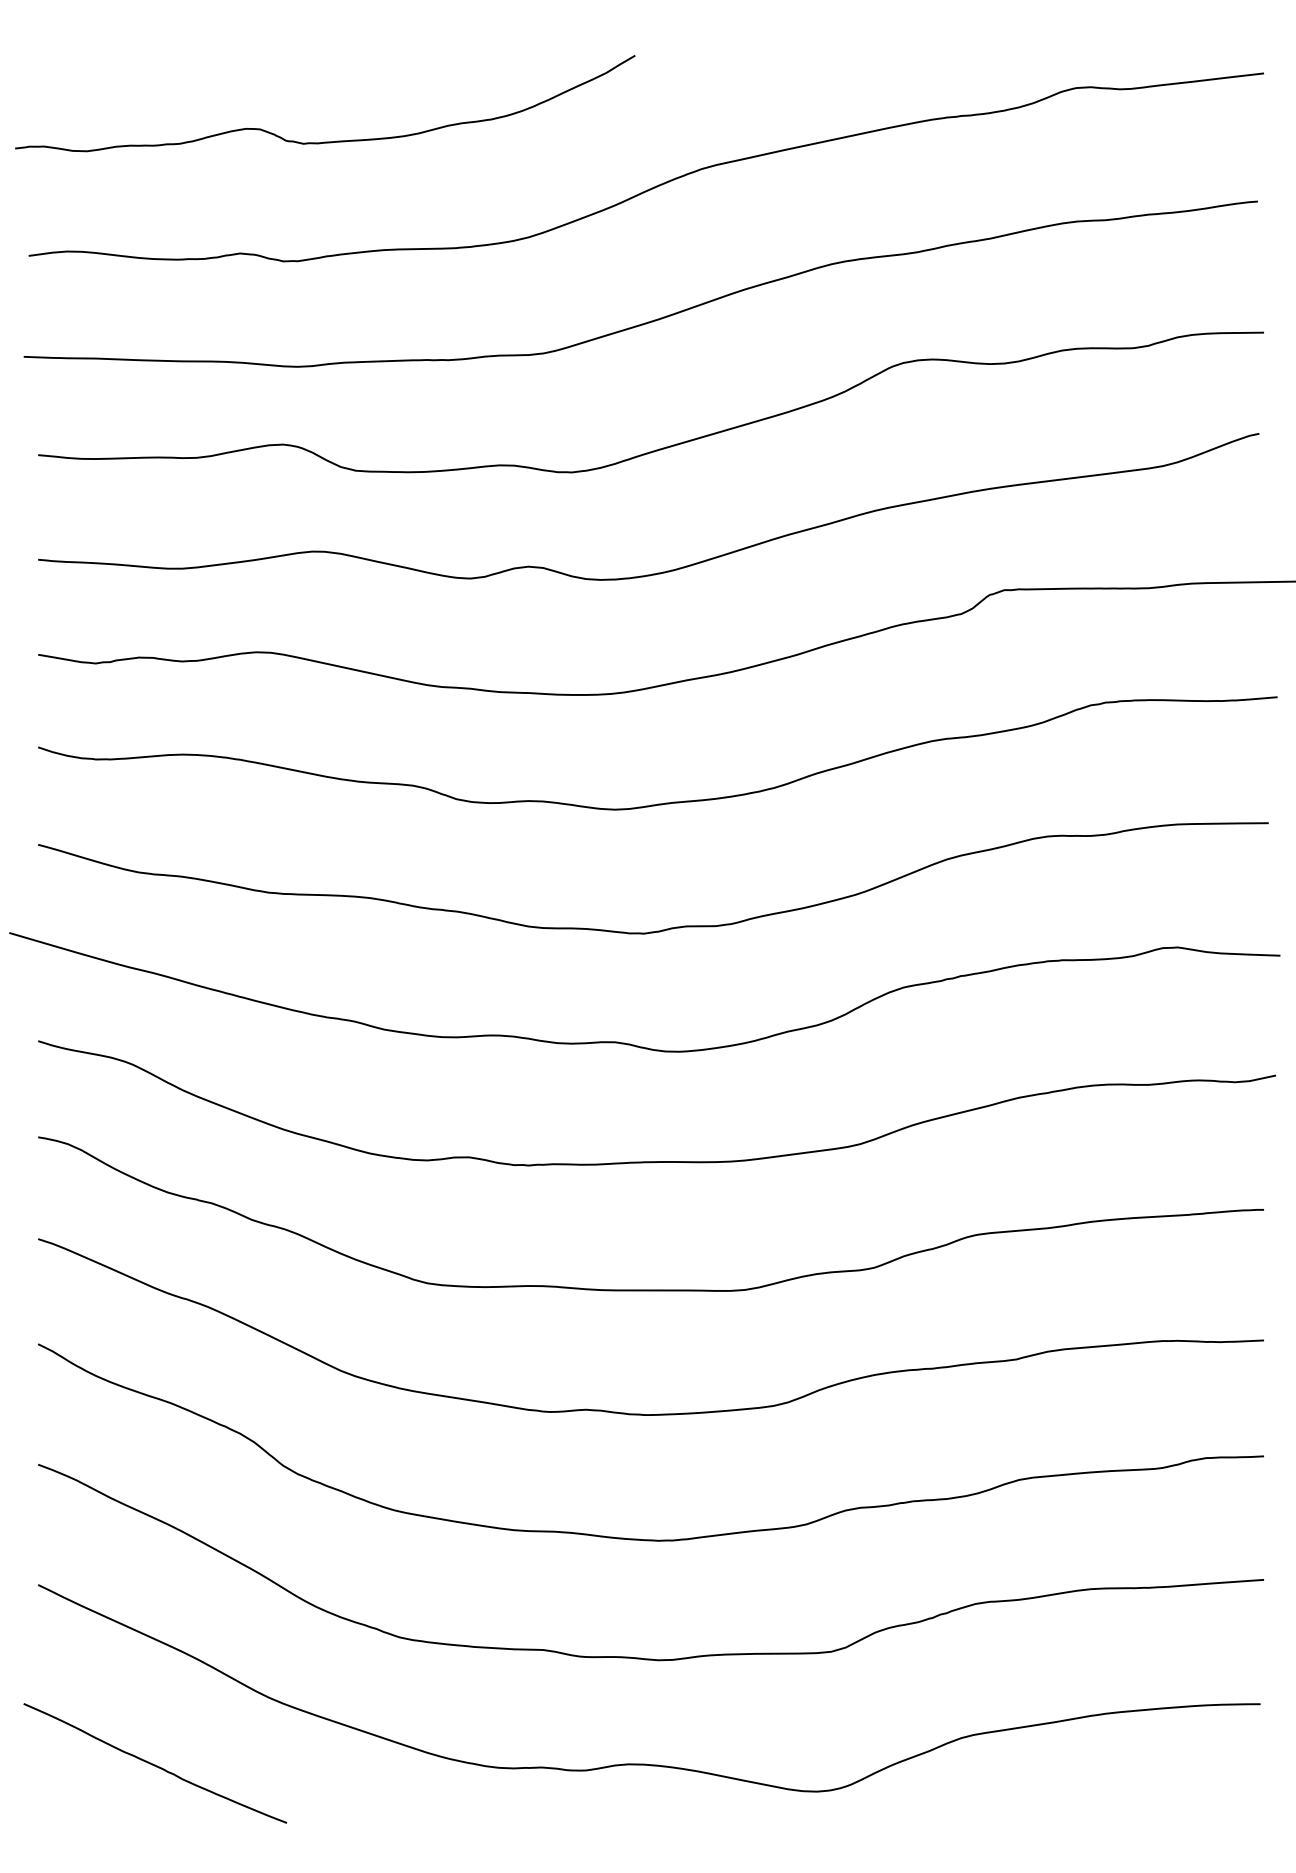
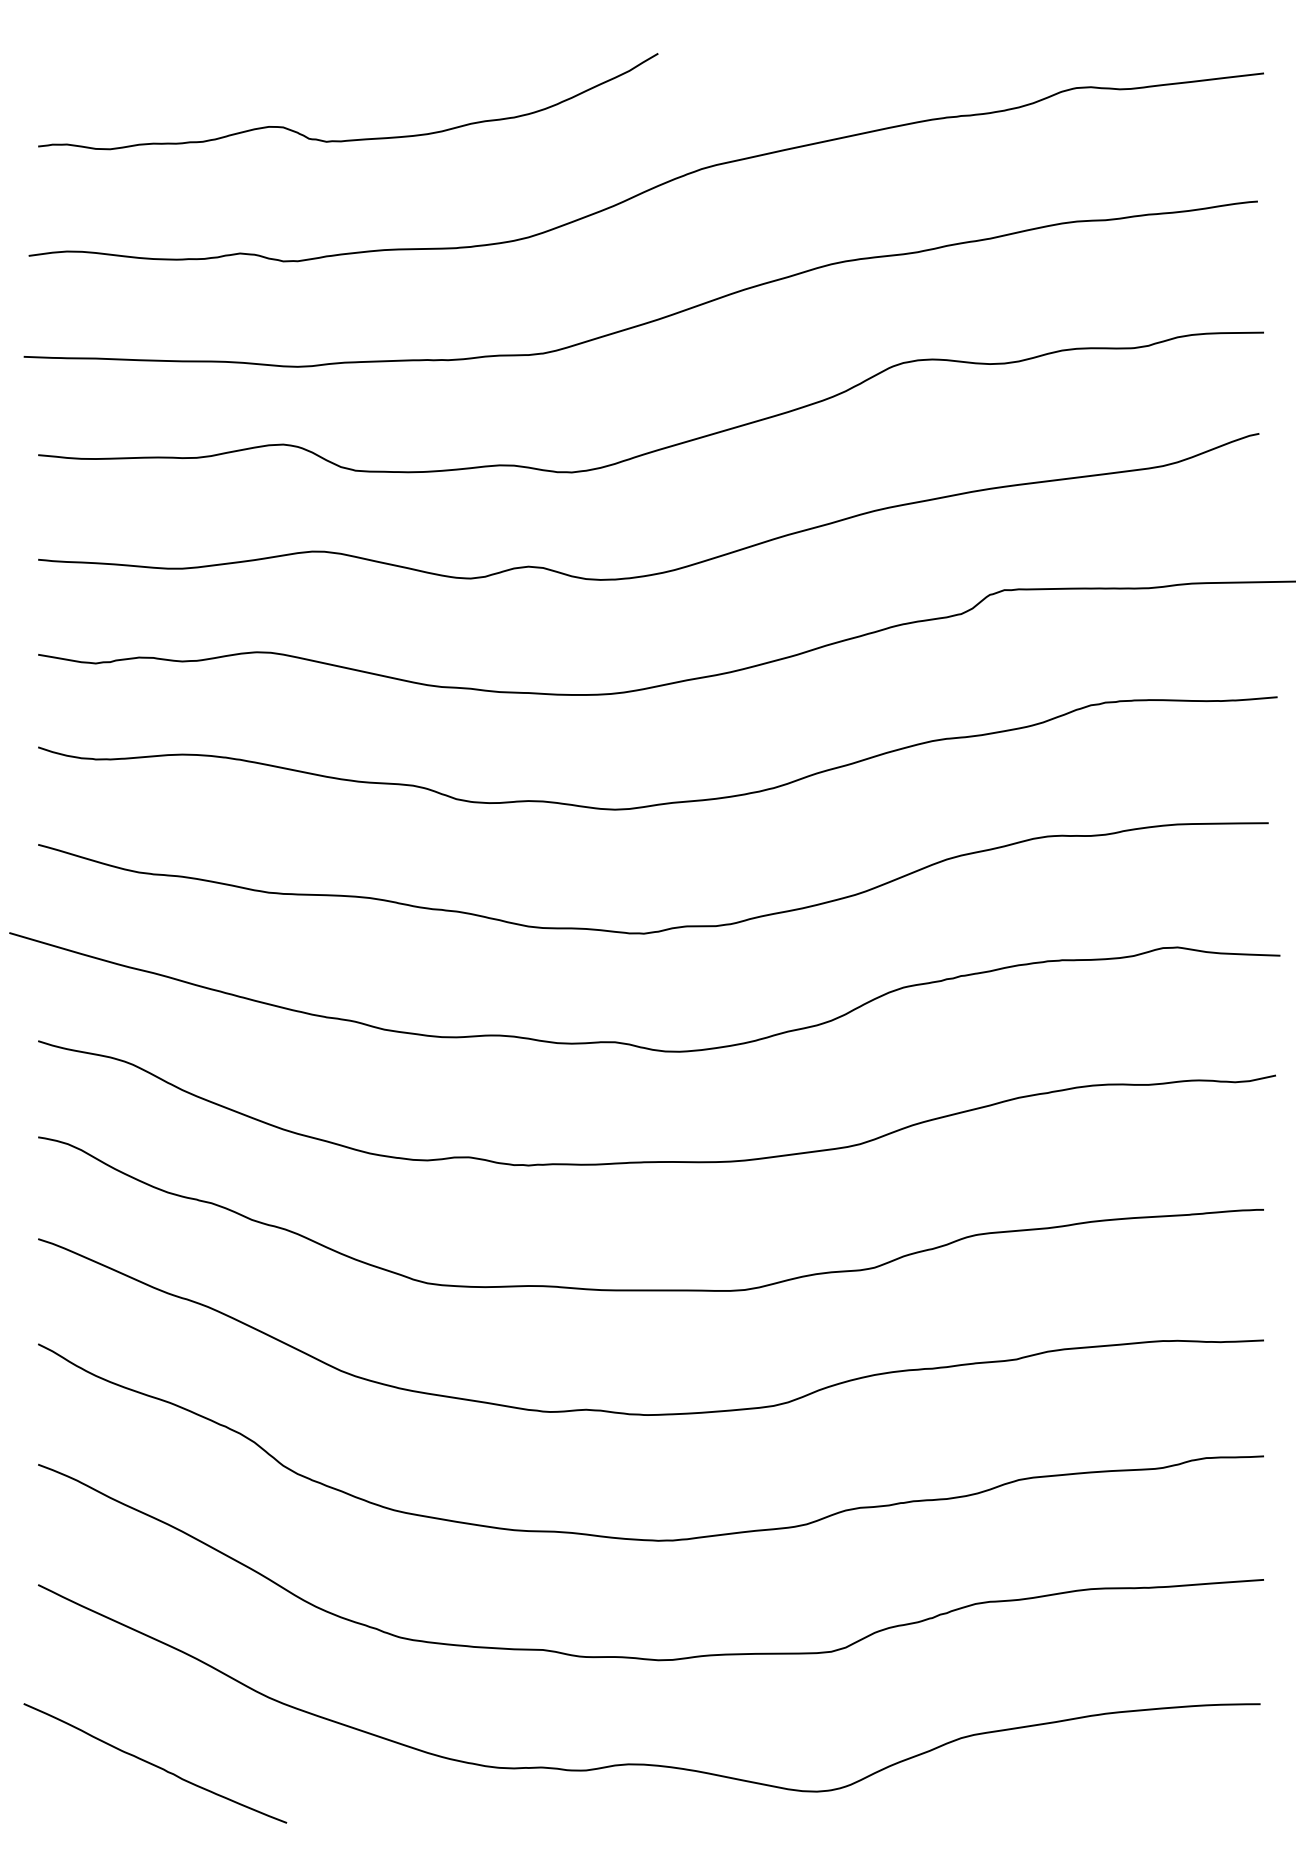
curve at (325, 141) position: (325, 141) -> (348, 139)
